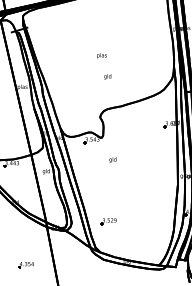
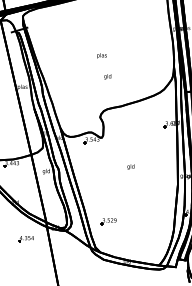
text at (112, 159) position: (112, 159) -> (130, 166)
part at (25, 265) position: (25, 265) -> (25, 239)
